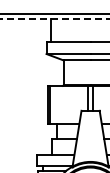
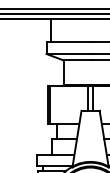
line at (54, 9): none -> present
line at (54, 18): dashed -> solid
